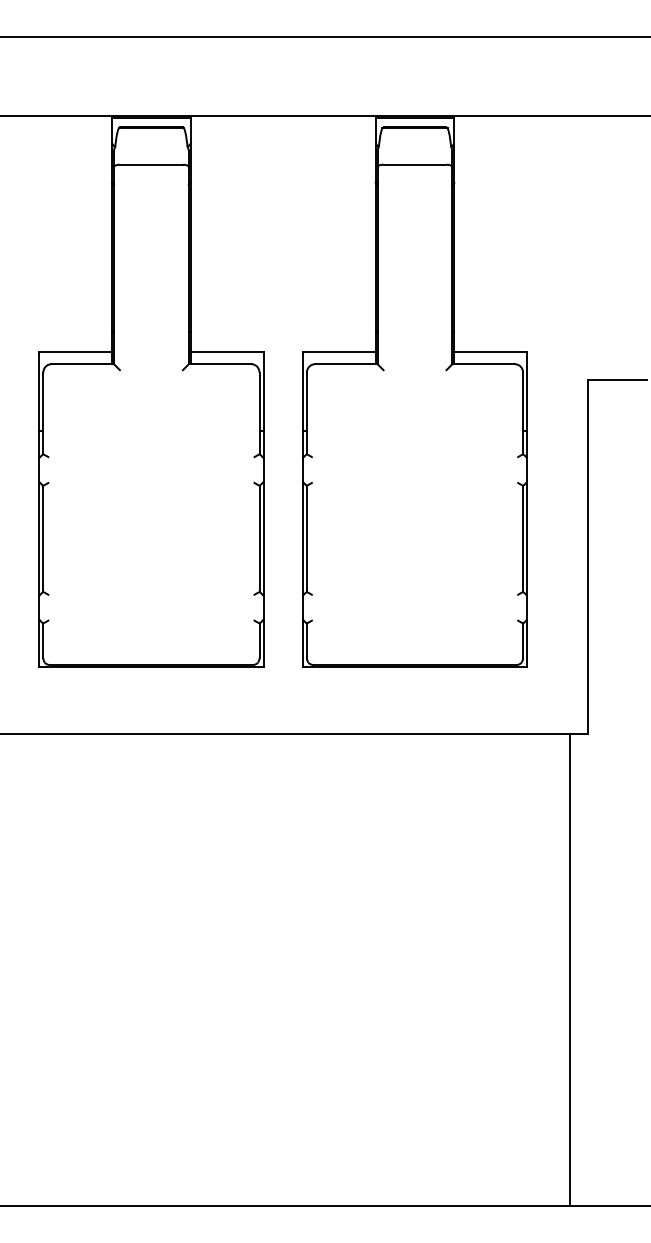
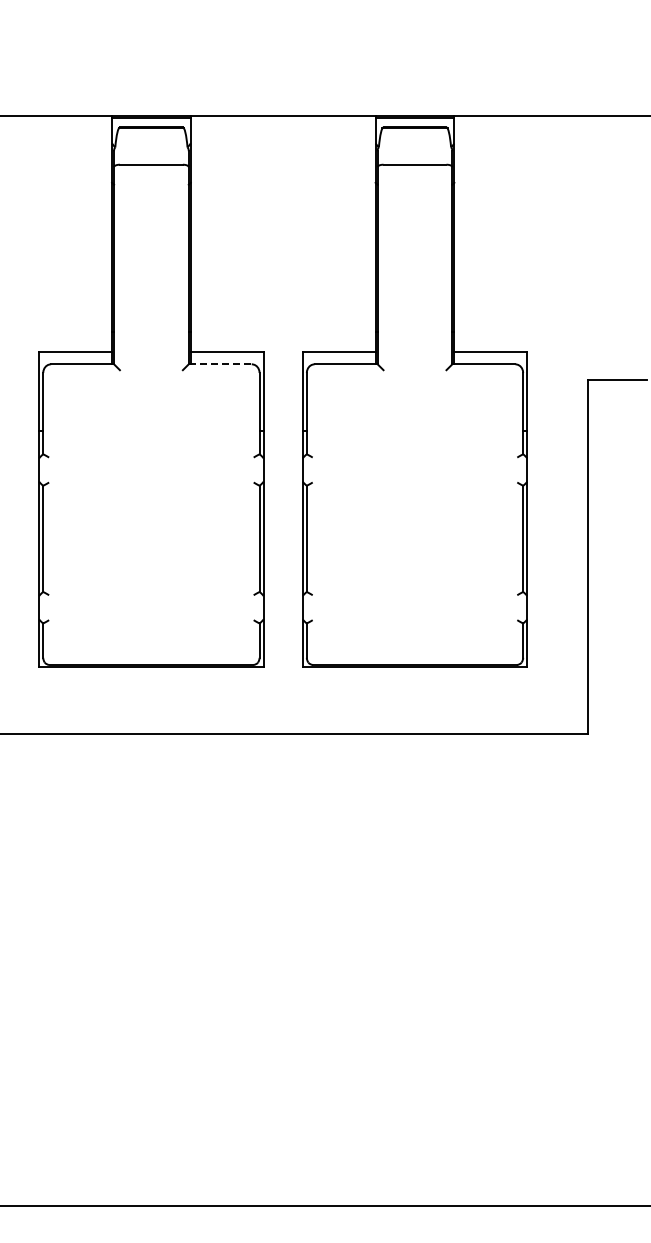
line at (324, 37): present -> none
line at (220, 364): solid -> dashed
line at (570, 969): present -> none
